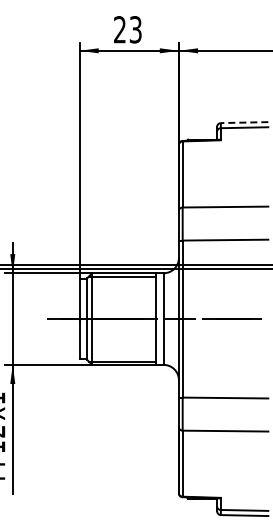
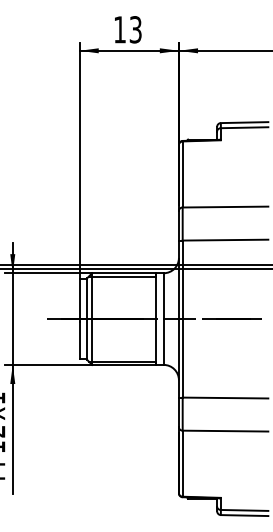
text at (119, 29): 23 -> 13
line at (244, 122): dashed -> solid
